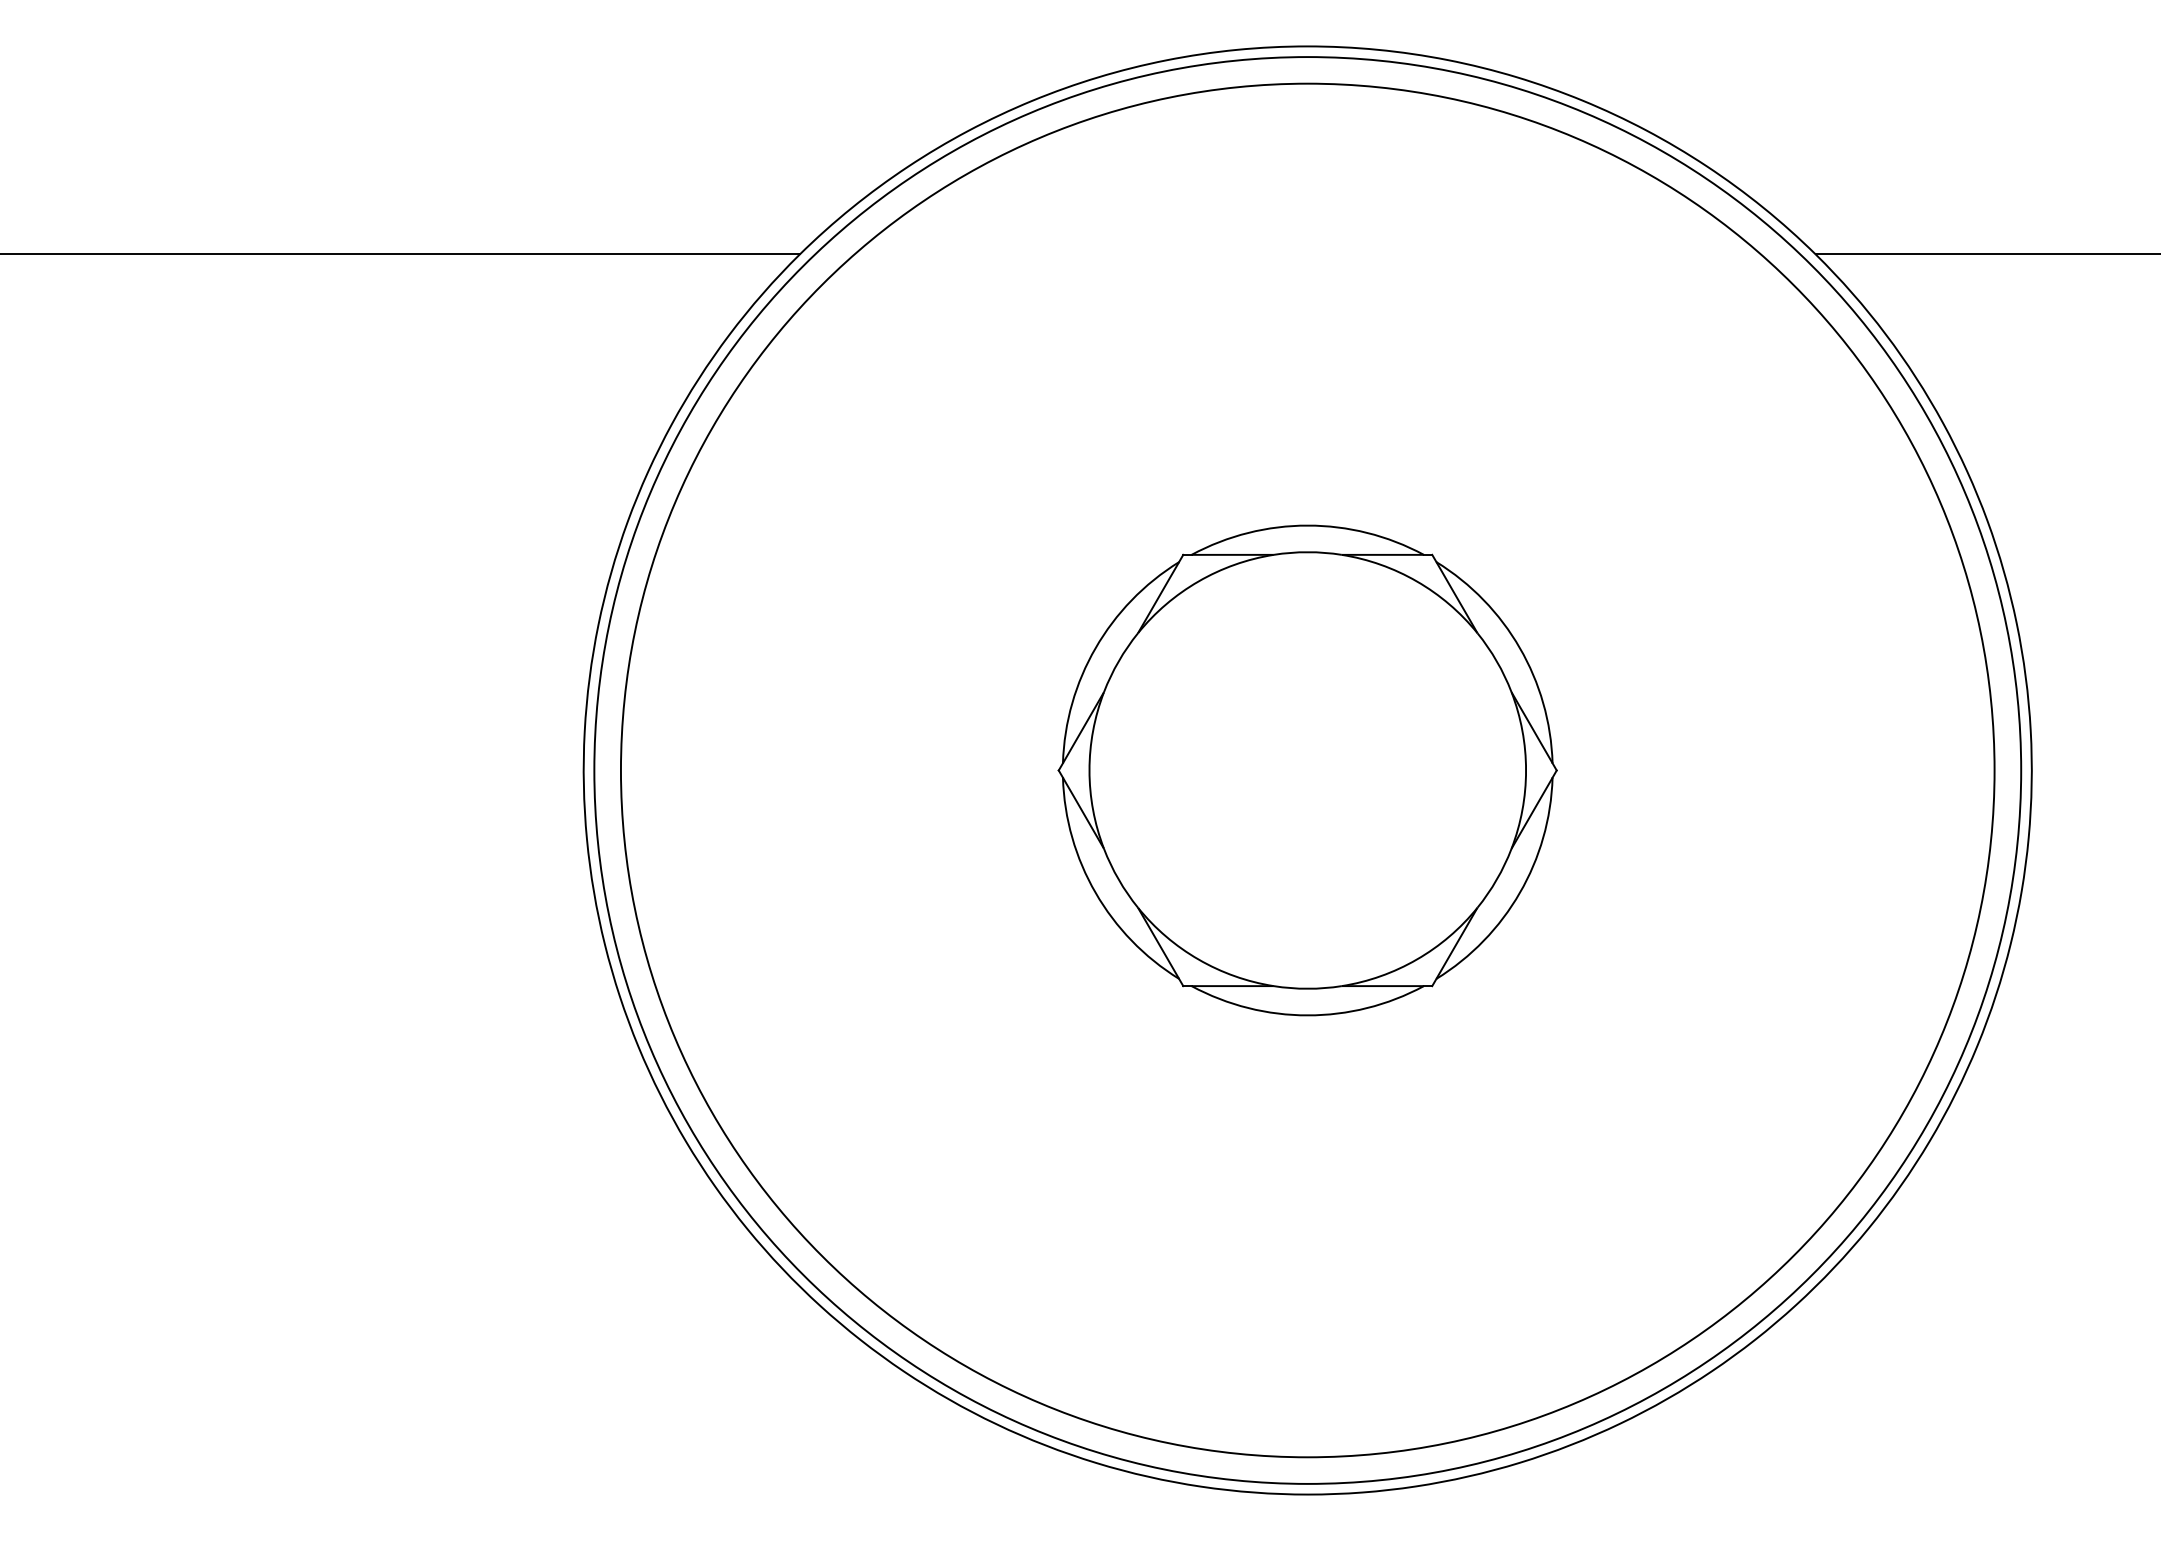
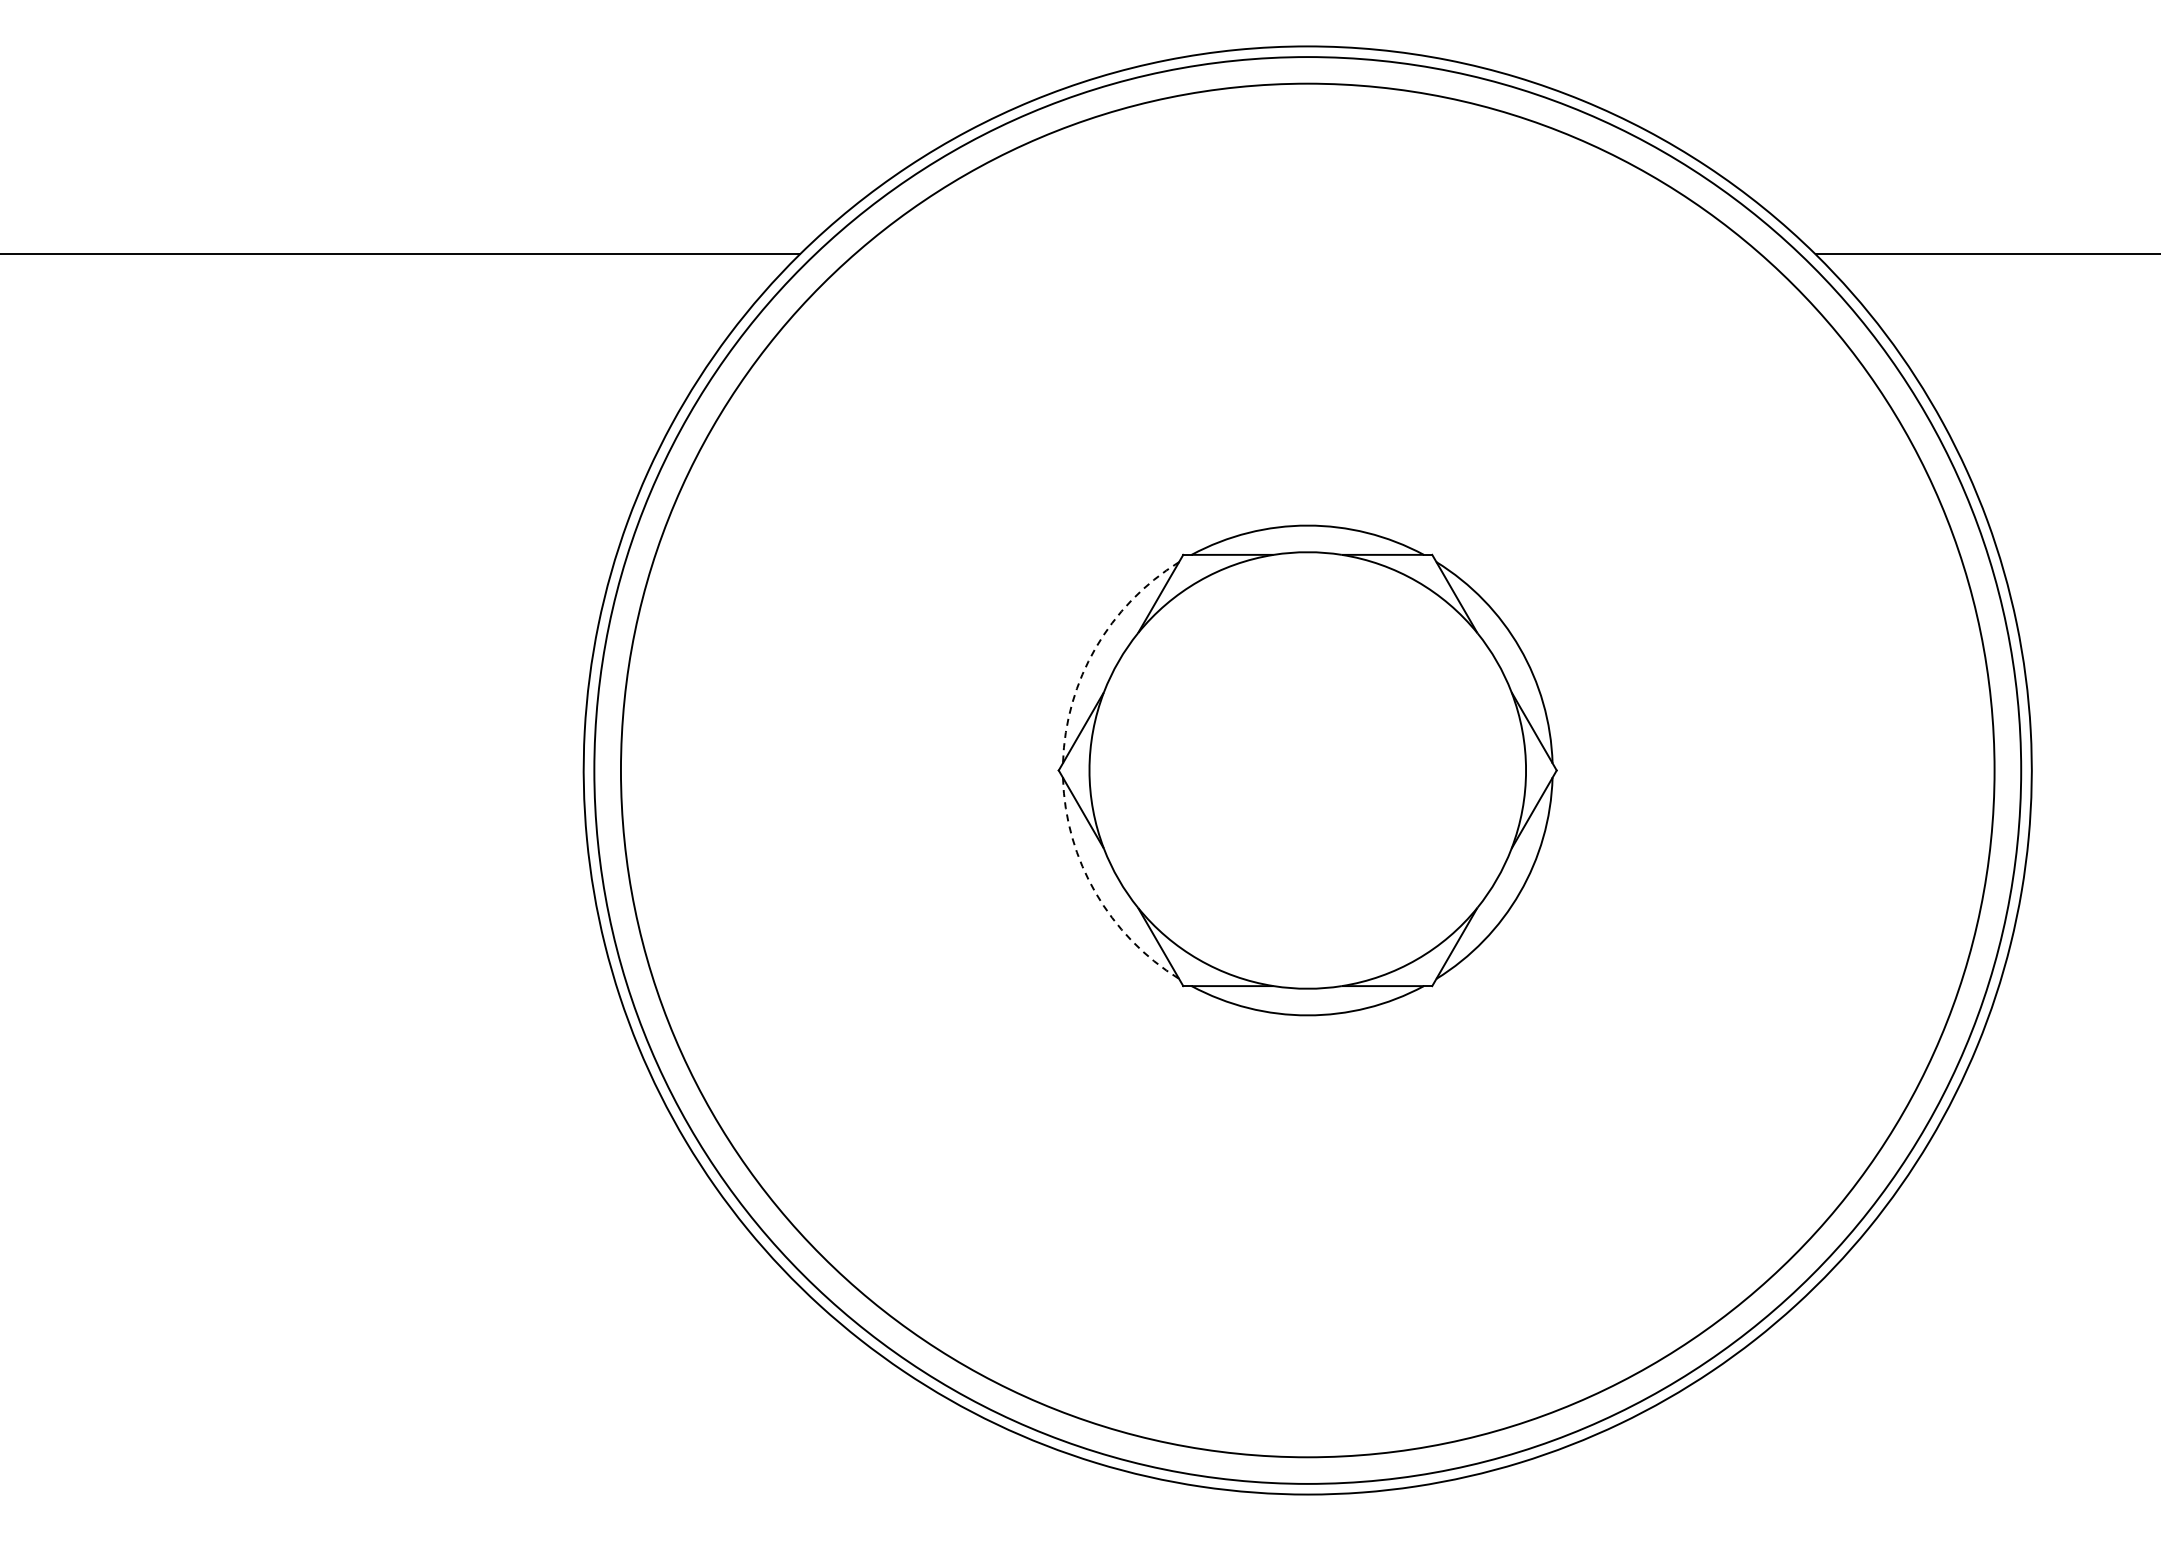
arc at (1095, 648): solid -> dashed
arc at (1095, 892): solid -> dashed
